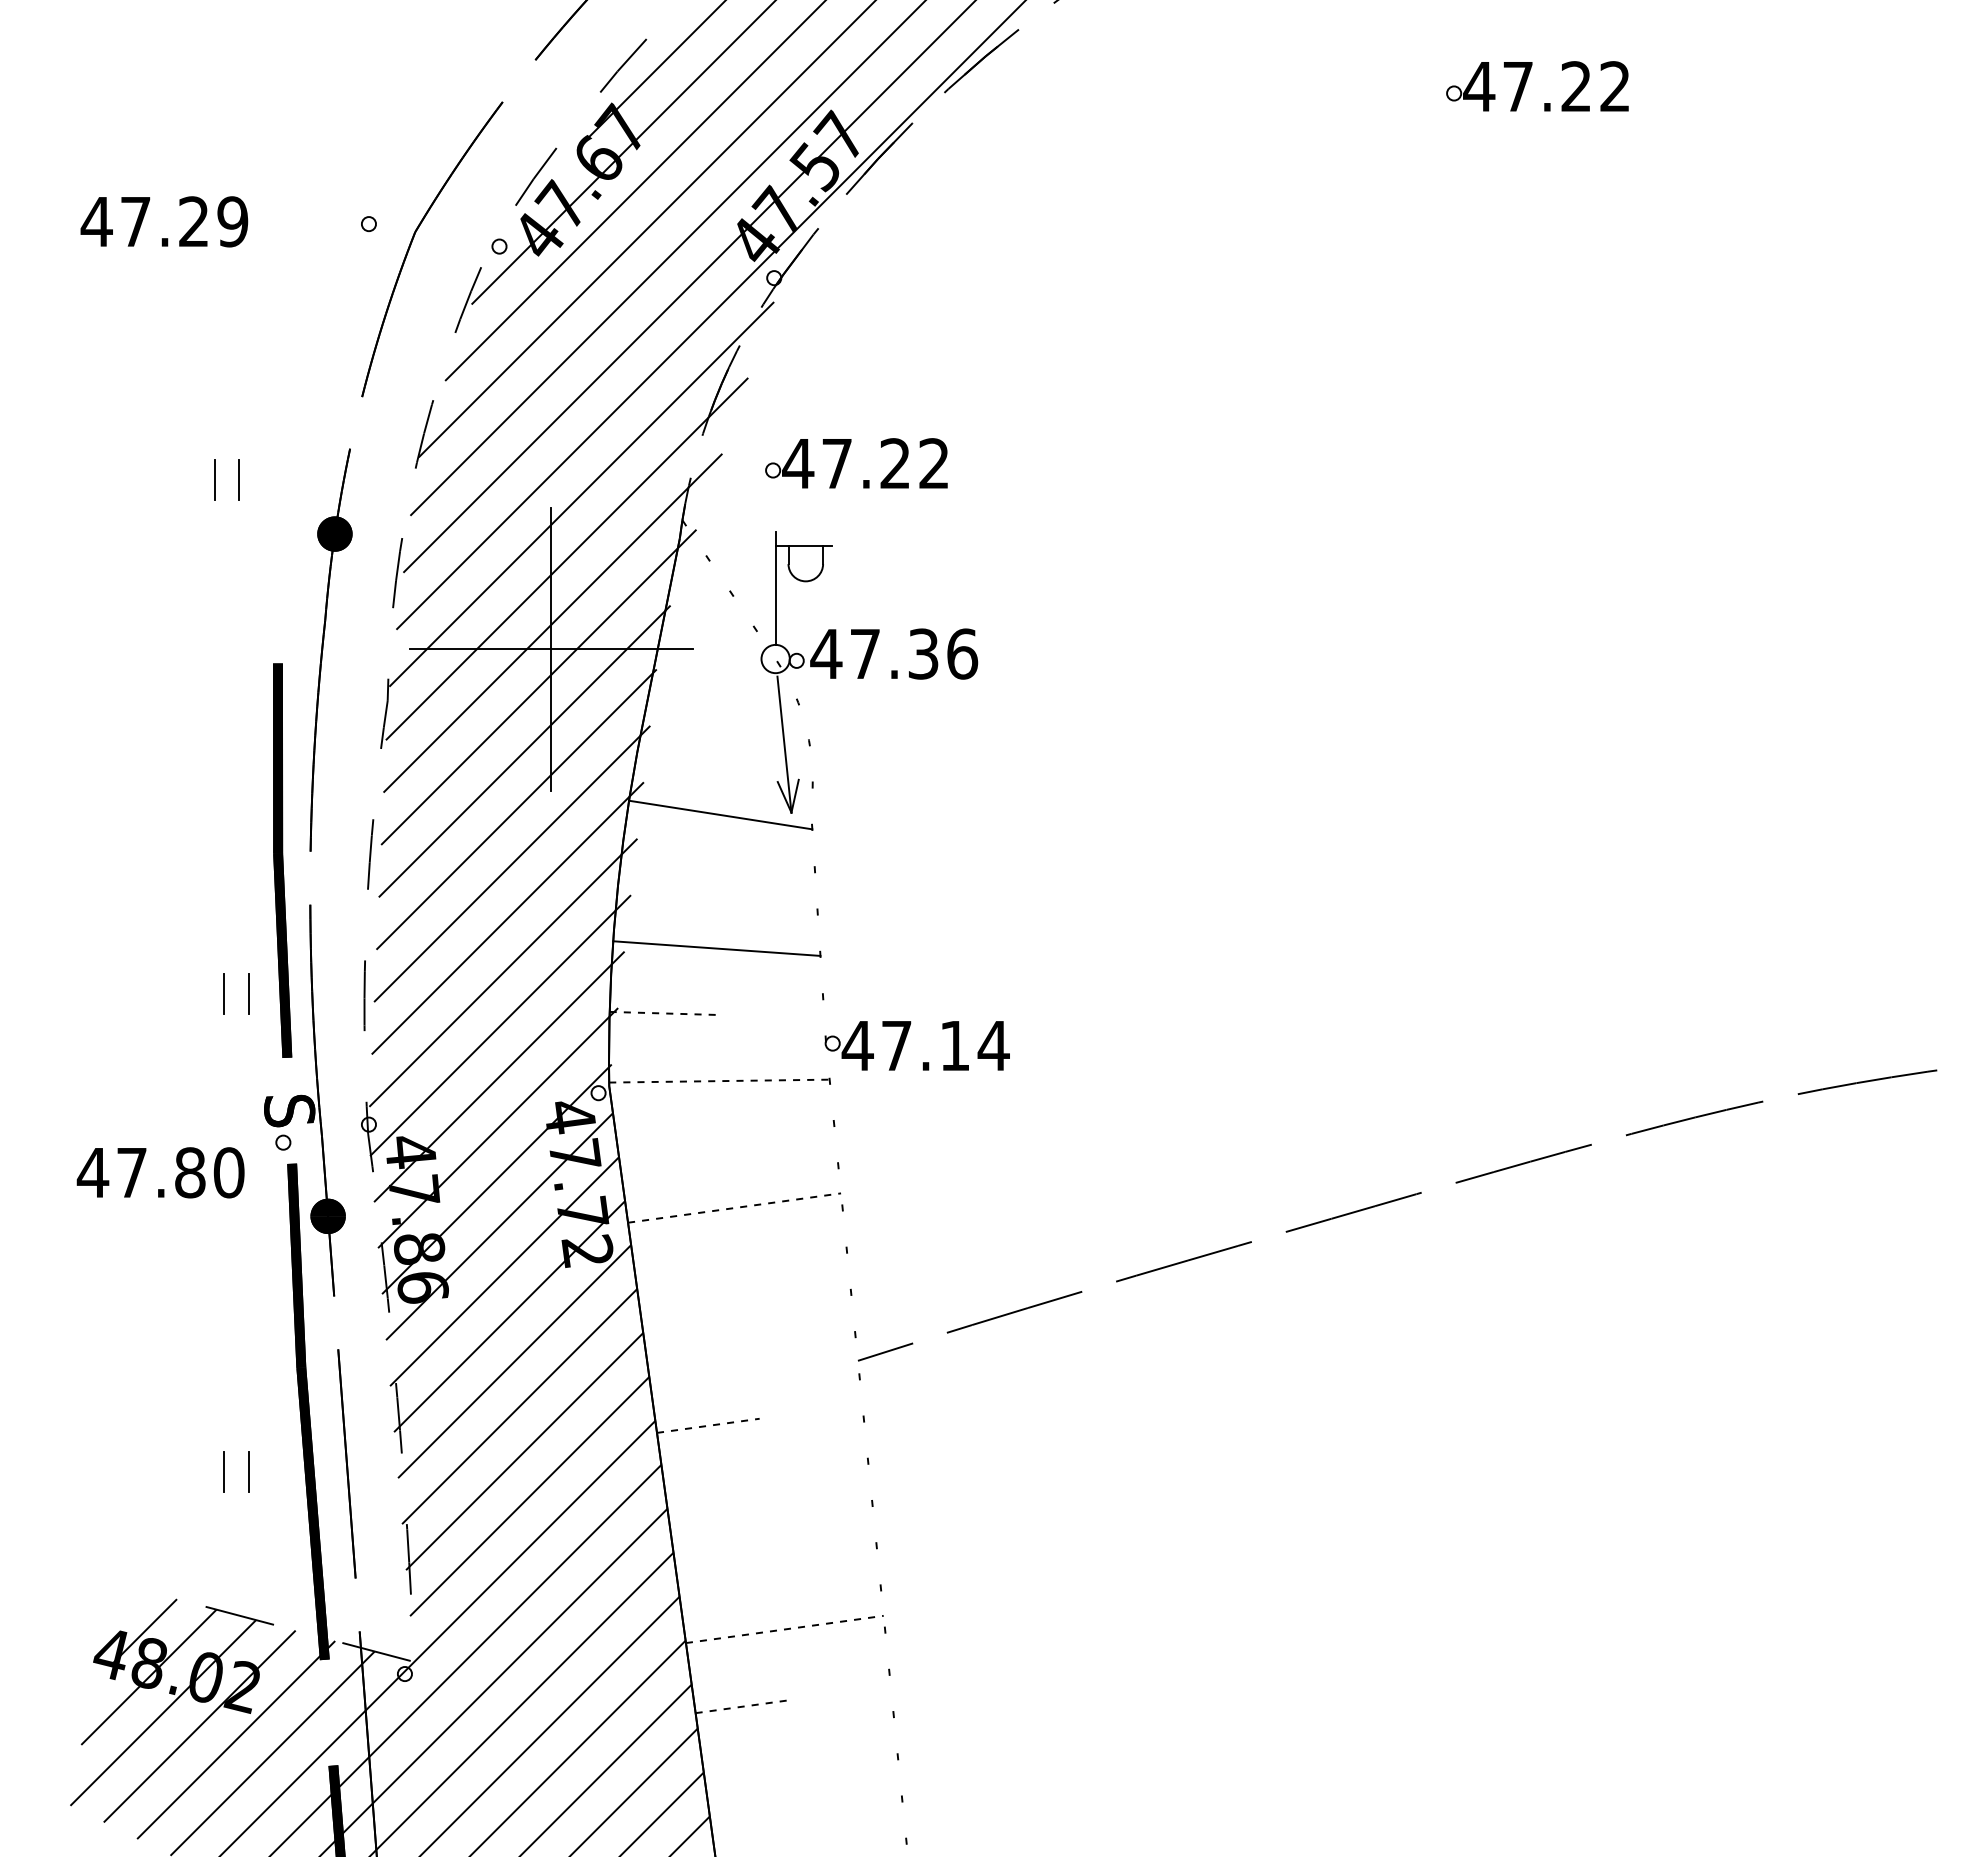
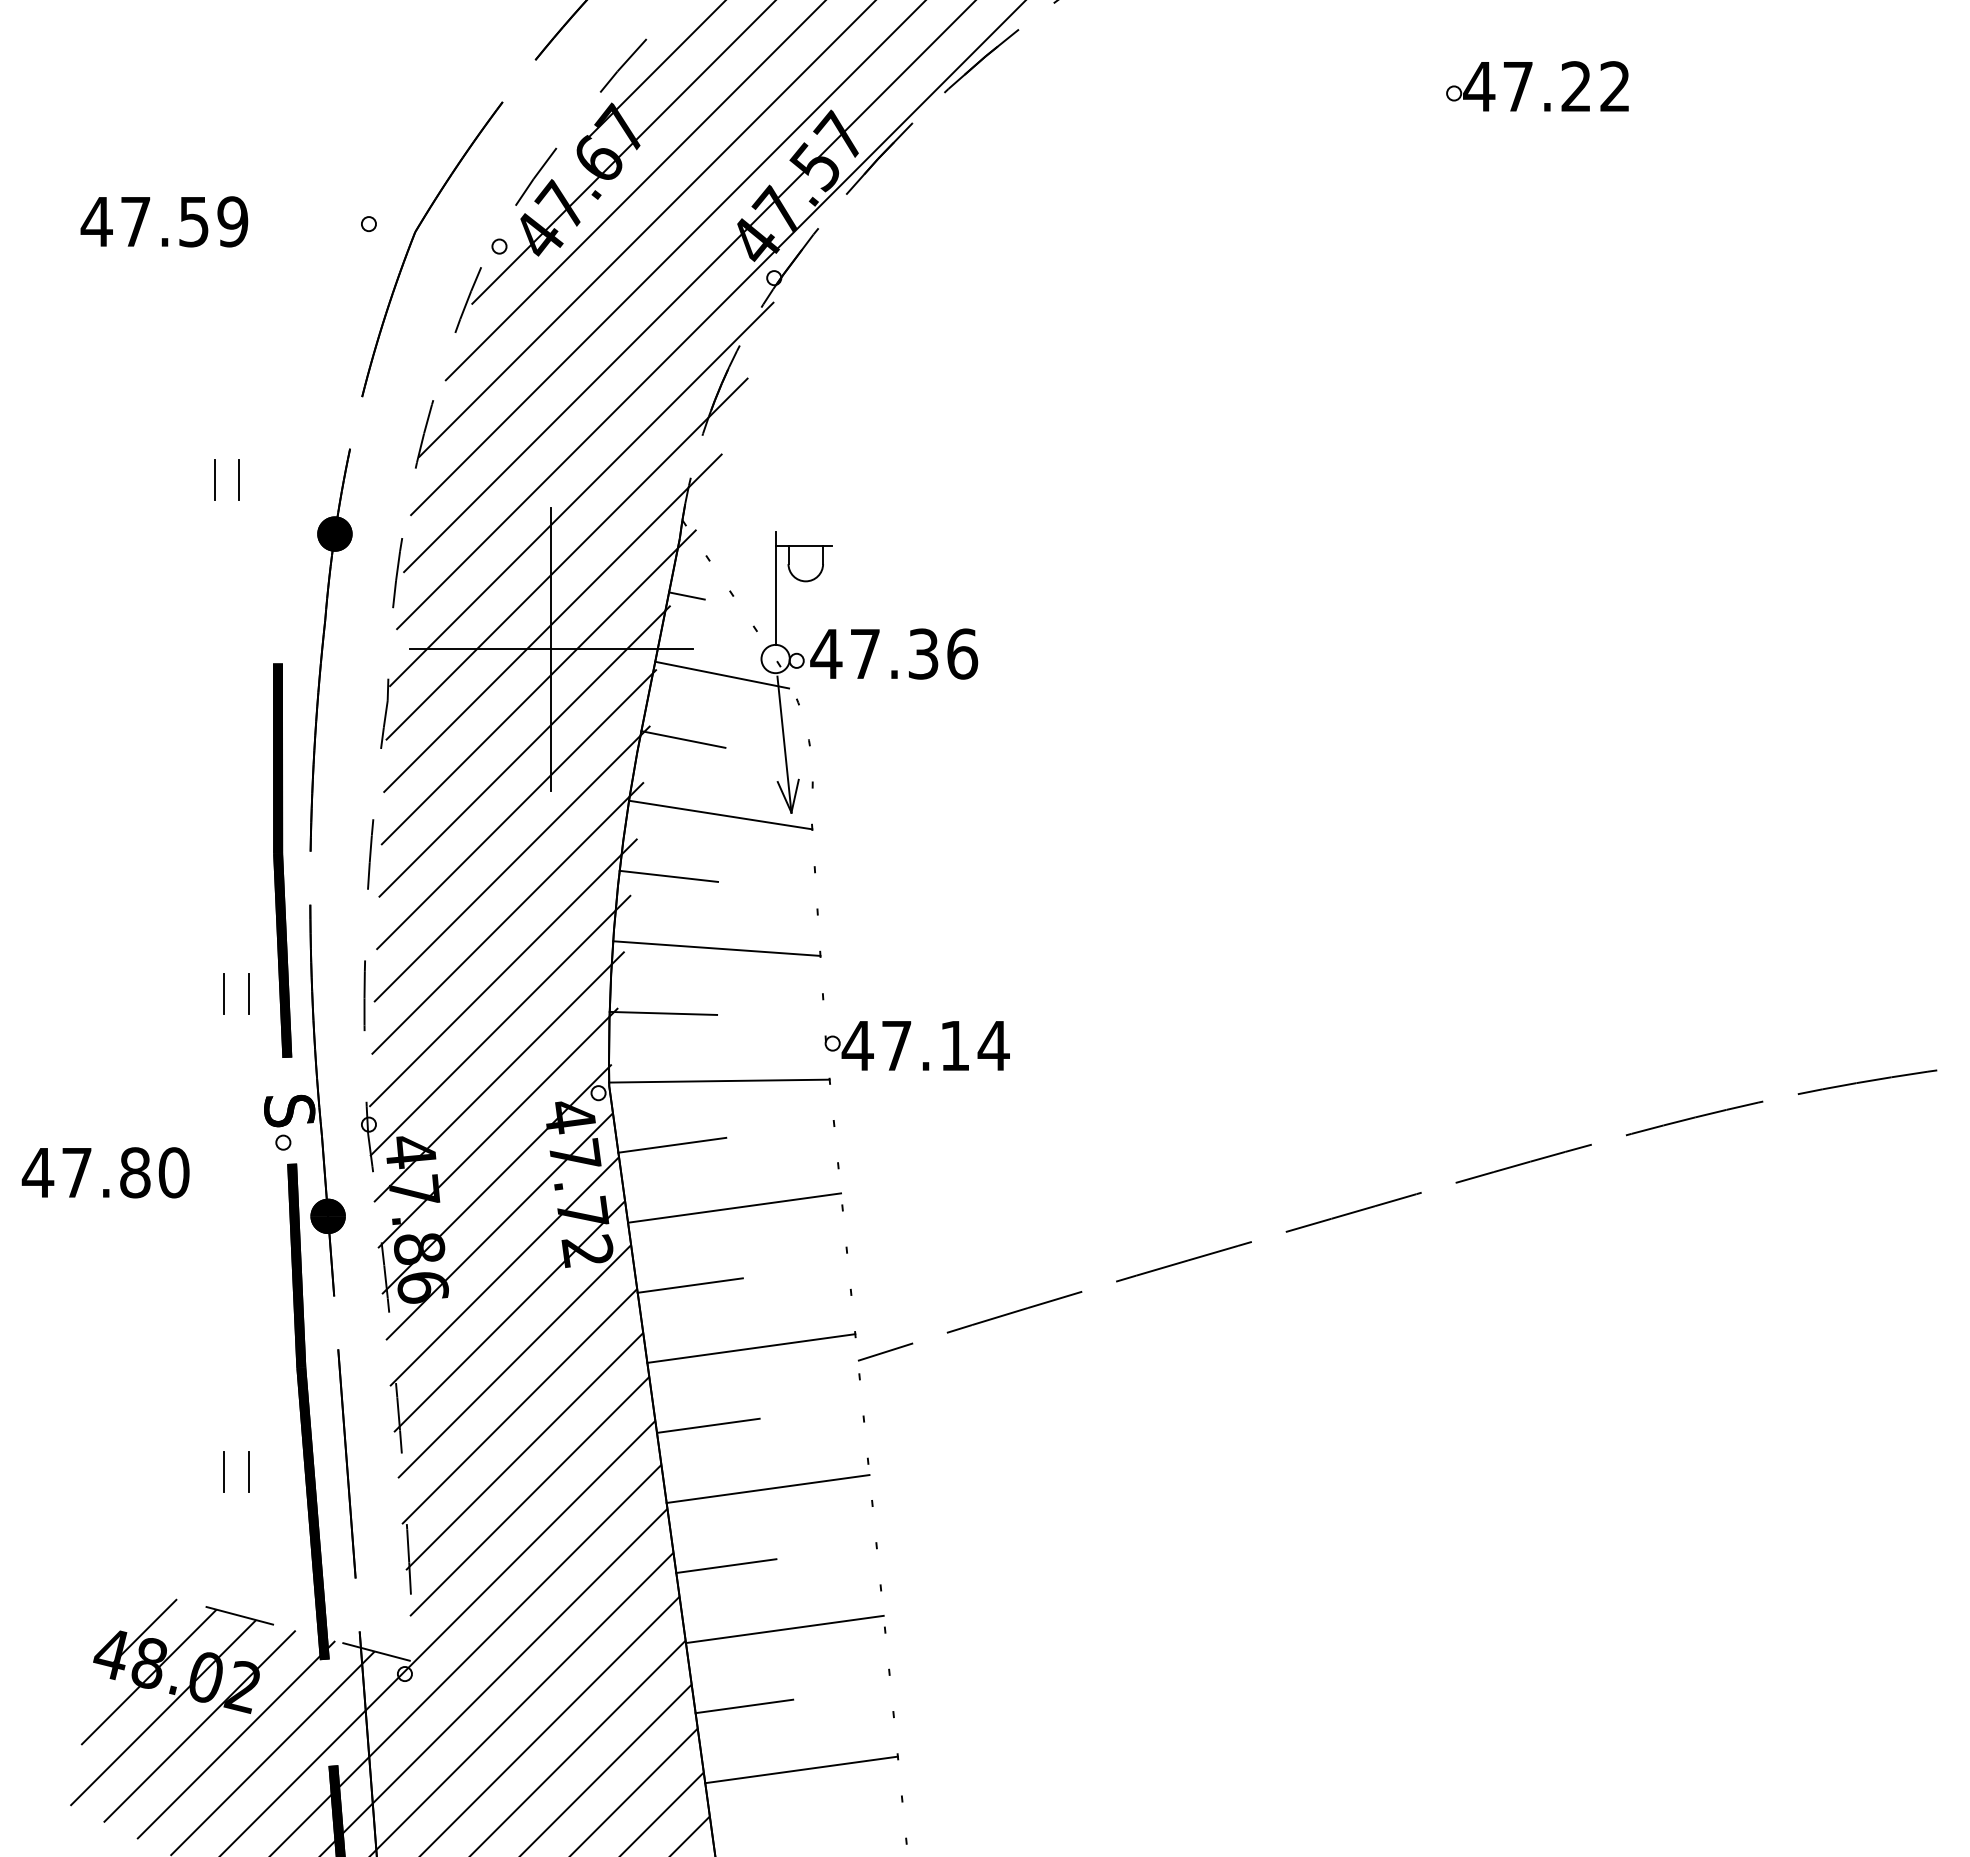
text at (193, 221): 47.29 -> 47.59
part at (845, 459): present -> none
line at (686, 595): none -> present
line at (722, 674): none -> present
line at (683, 739): none -> present
line at (668, 875): none -> present
line at (663, 1013): dashed -> solid
line at (719, 1081): dashed -> solid
line at (672, 1144): none -> present
text at (160, 1172) position: (160, 1172) -> (105, 1172)
line at (734, 1208): dashed -> solid
line at (689, 1285): none -> present
line at (751, 1348): none -> present
line at (708, 1425): dashed -> solid
line at (767, 1488): none -> present
line at (726, 1566): none -> present
line at (784, 1629): dashed -> solid
line at (744, 1706): dashed -> solid
line at (801, 1769): none -> present
